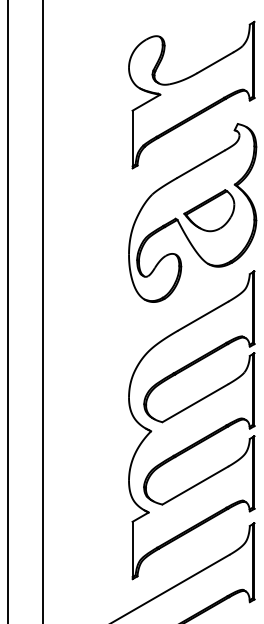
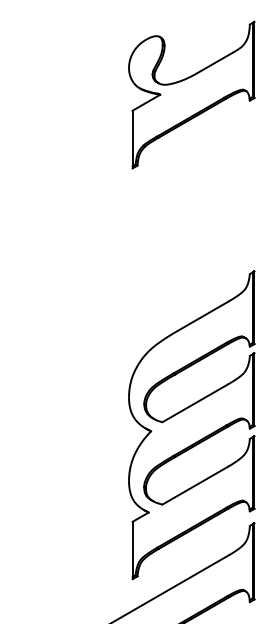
part at (192, 212): present -> none
line at (7, 311): present -> none
line at (43, 311): present -> none
